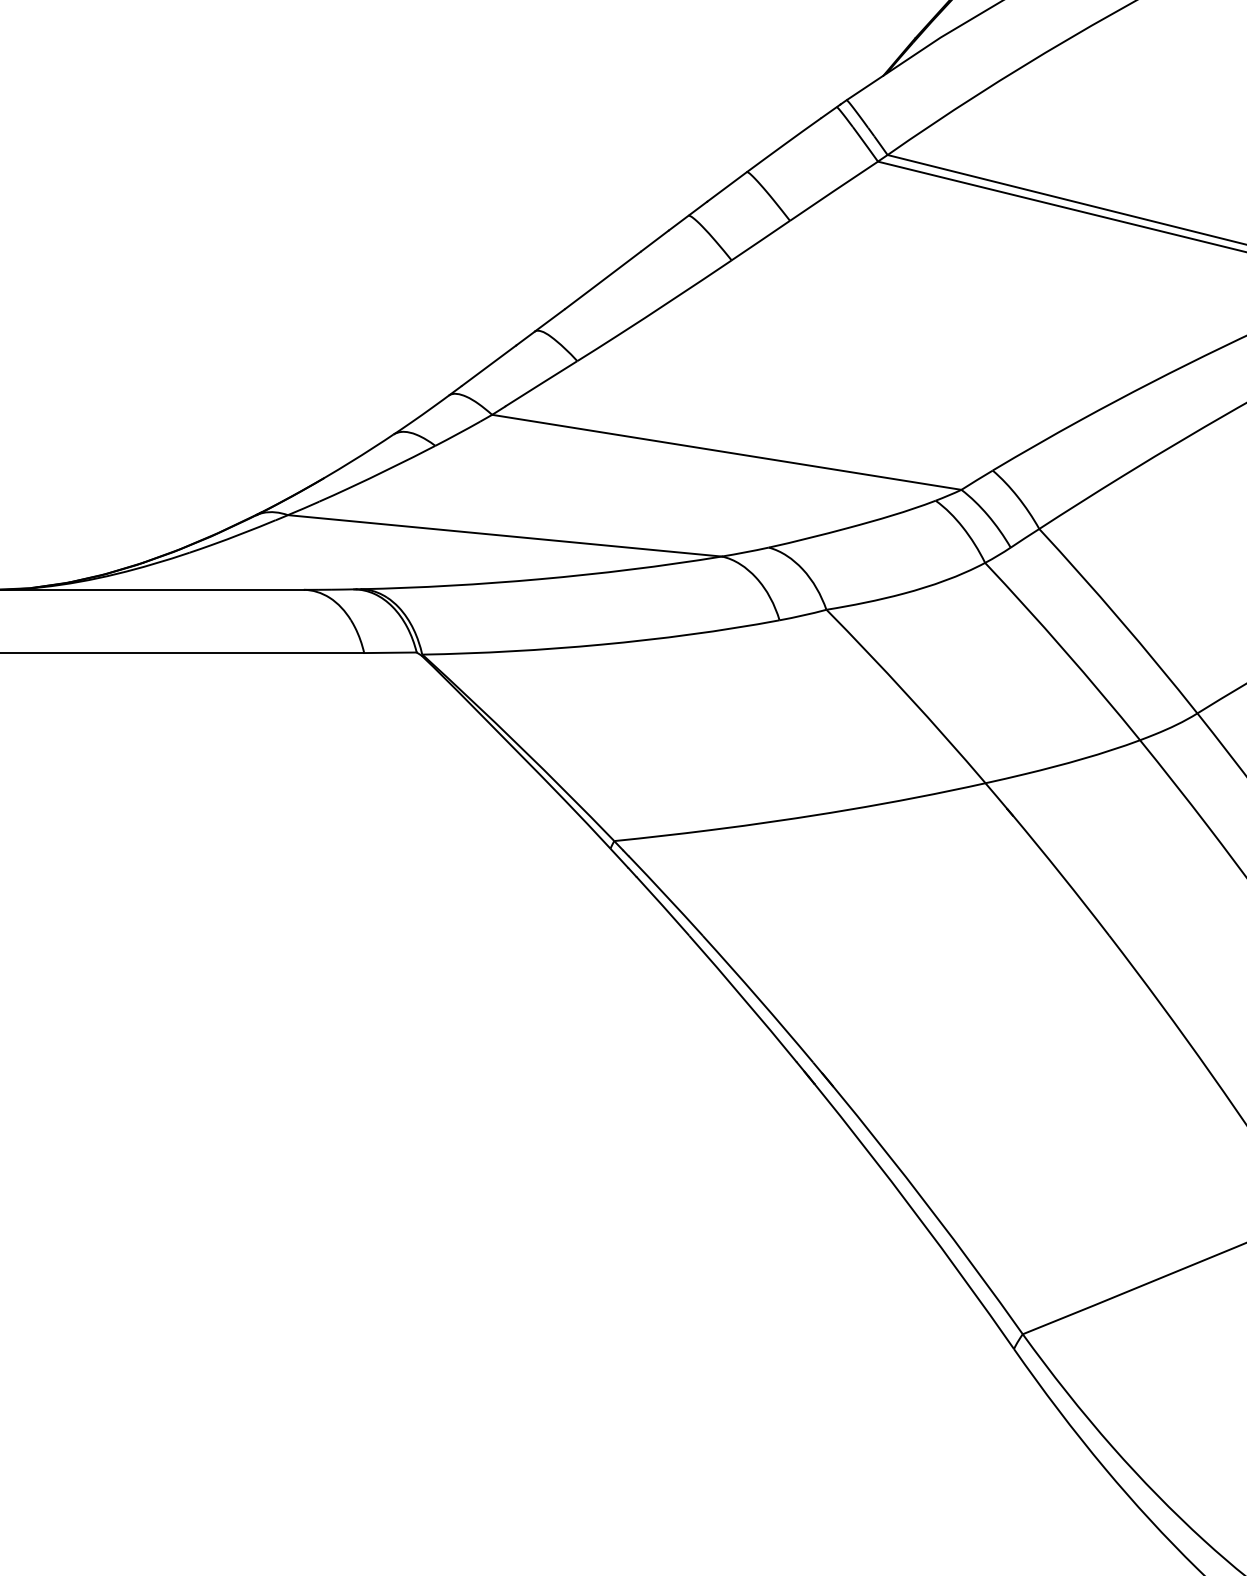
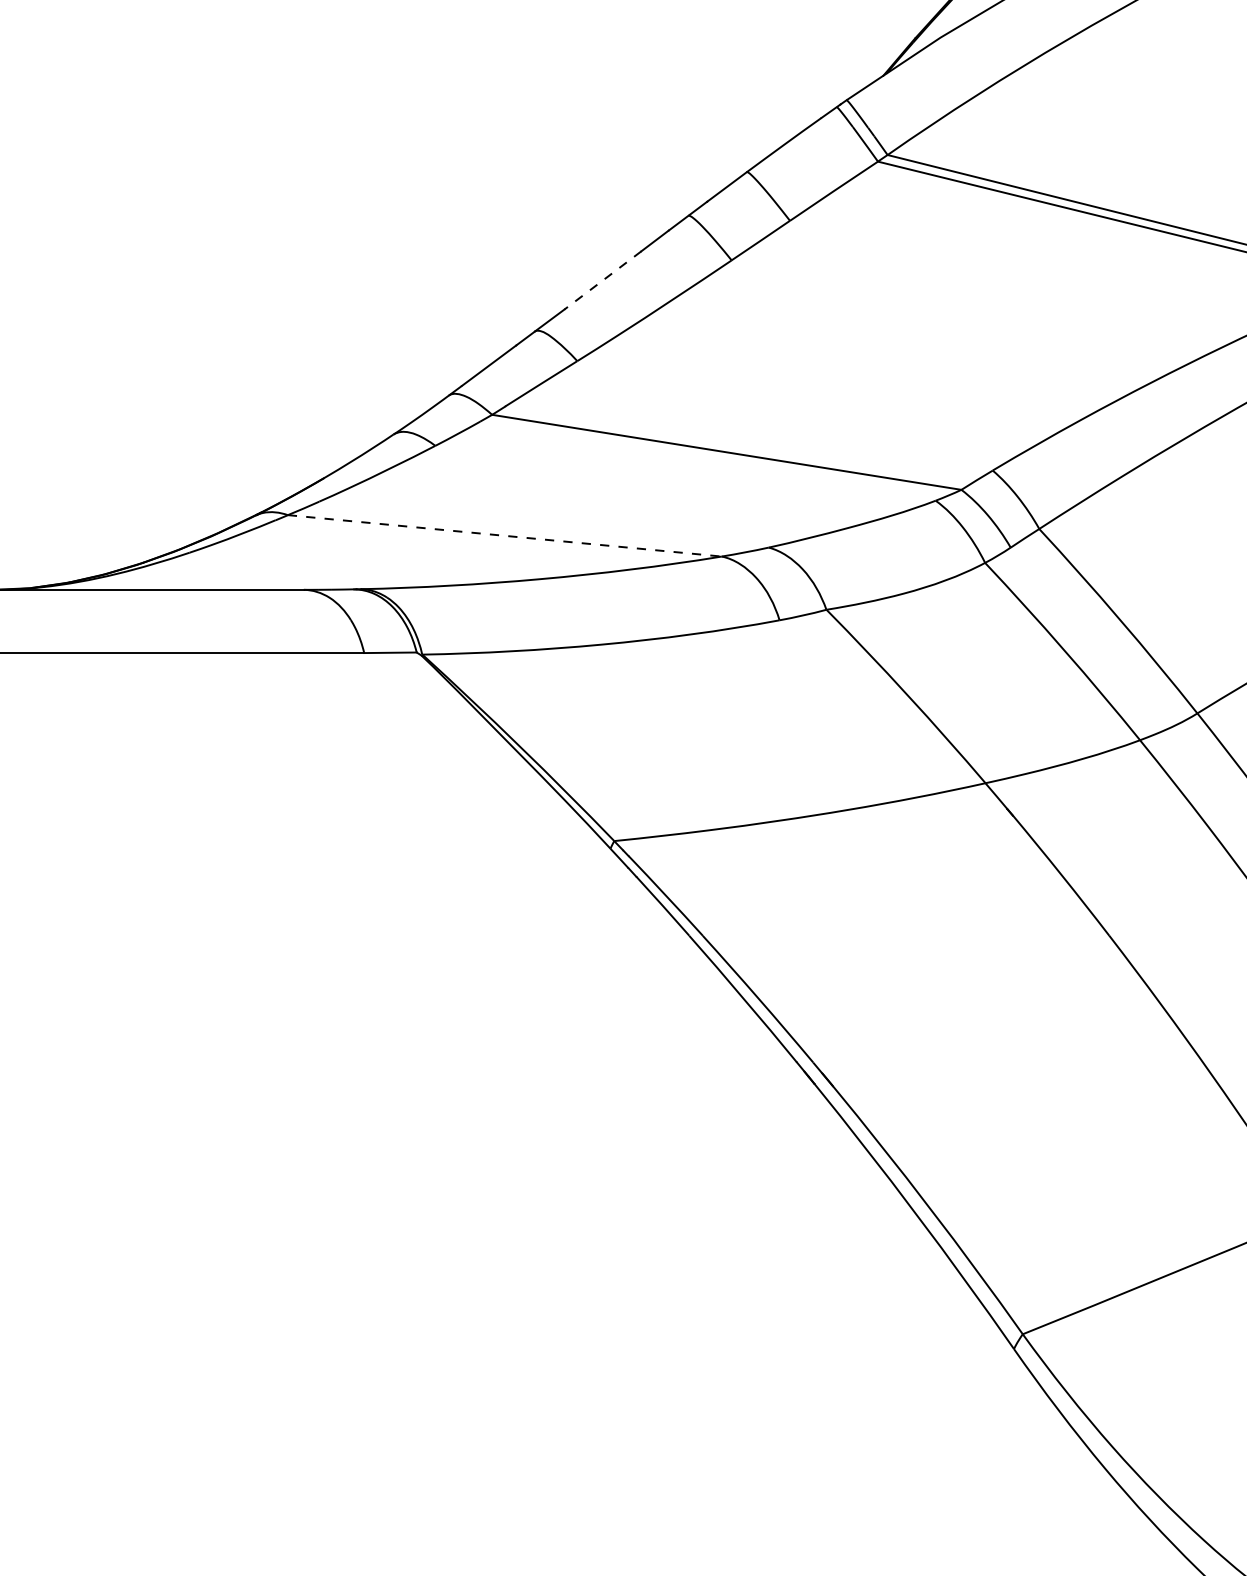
line at (601, 281): solid -> dashed
line at (504, 535): solid -> dashed
